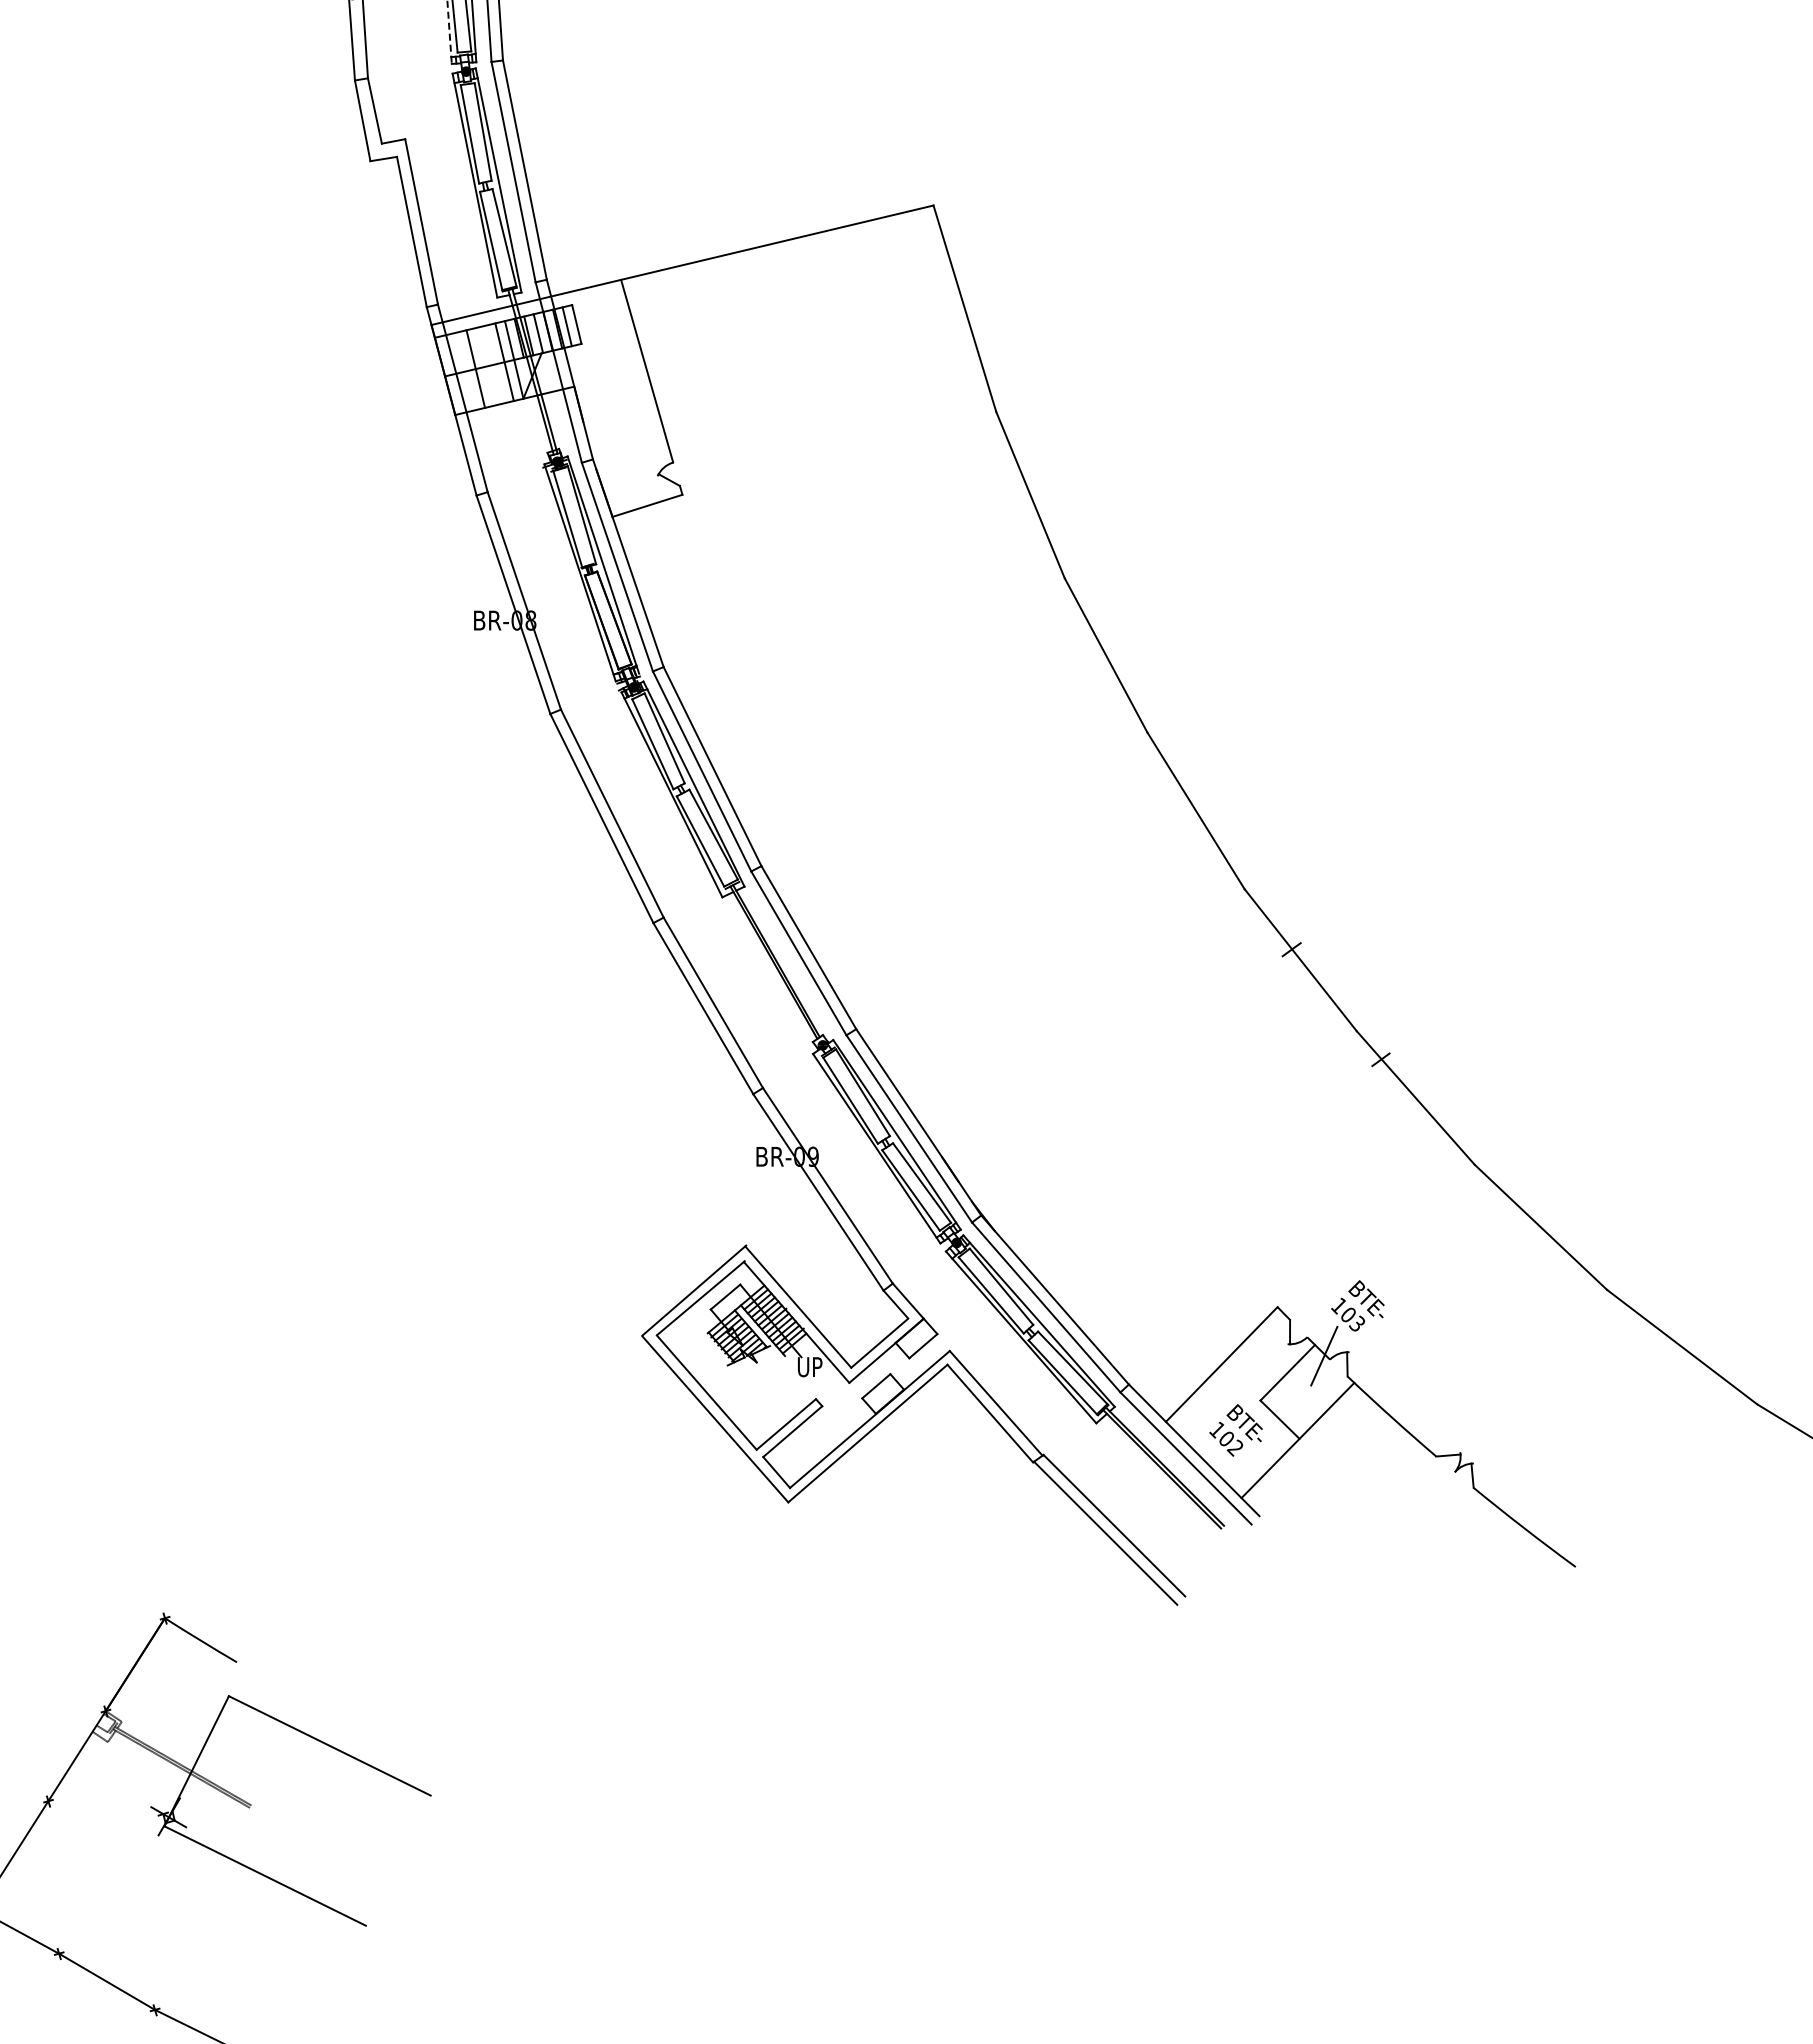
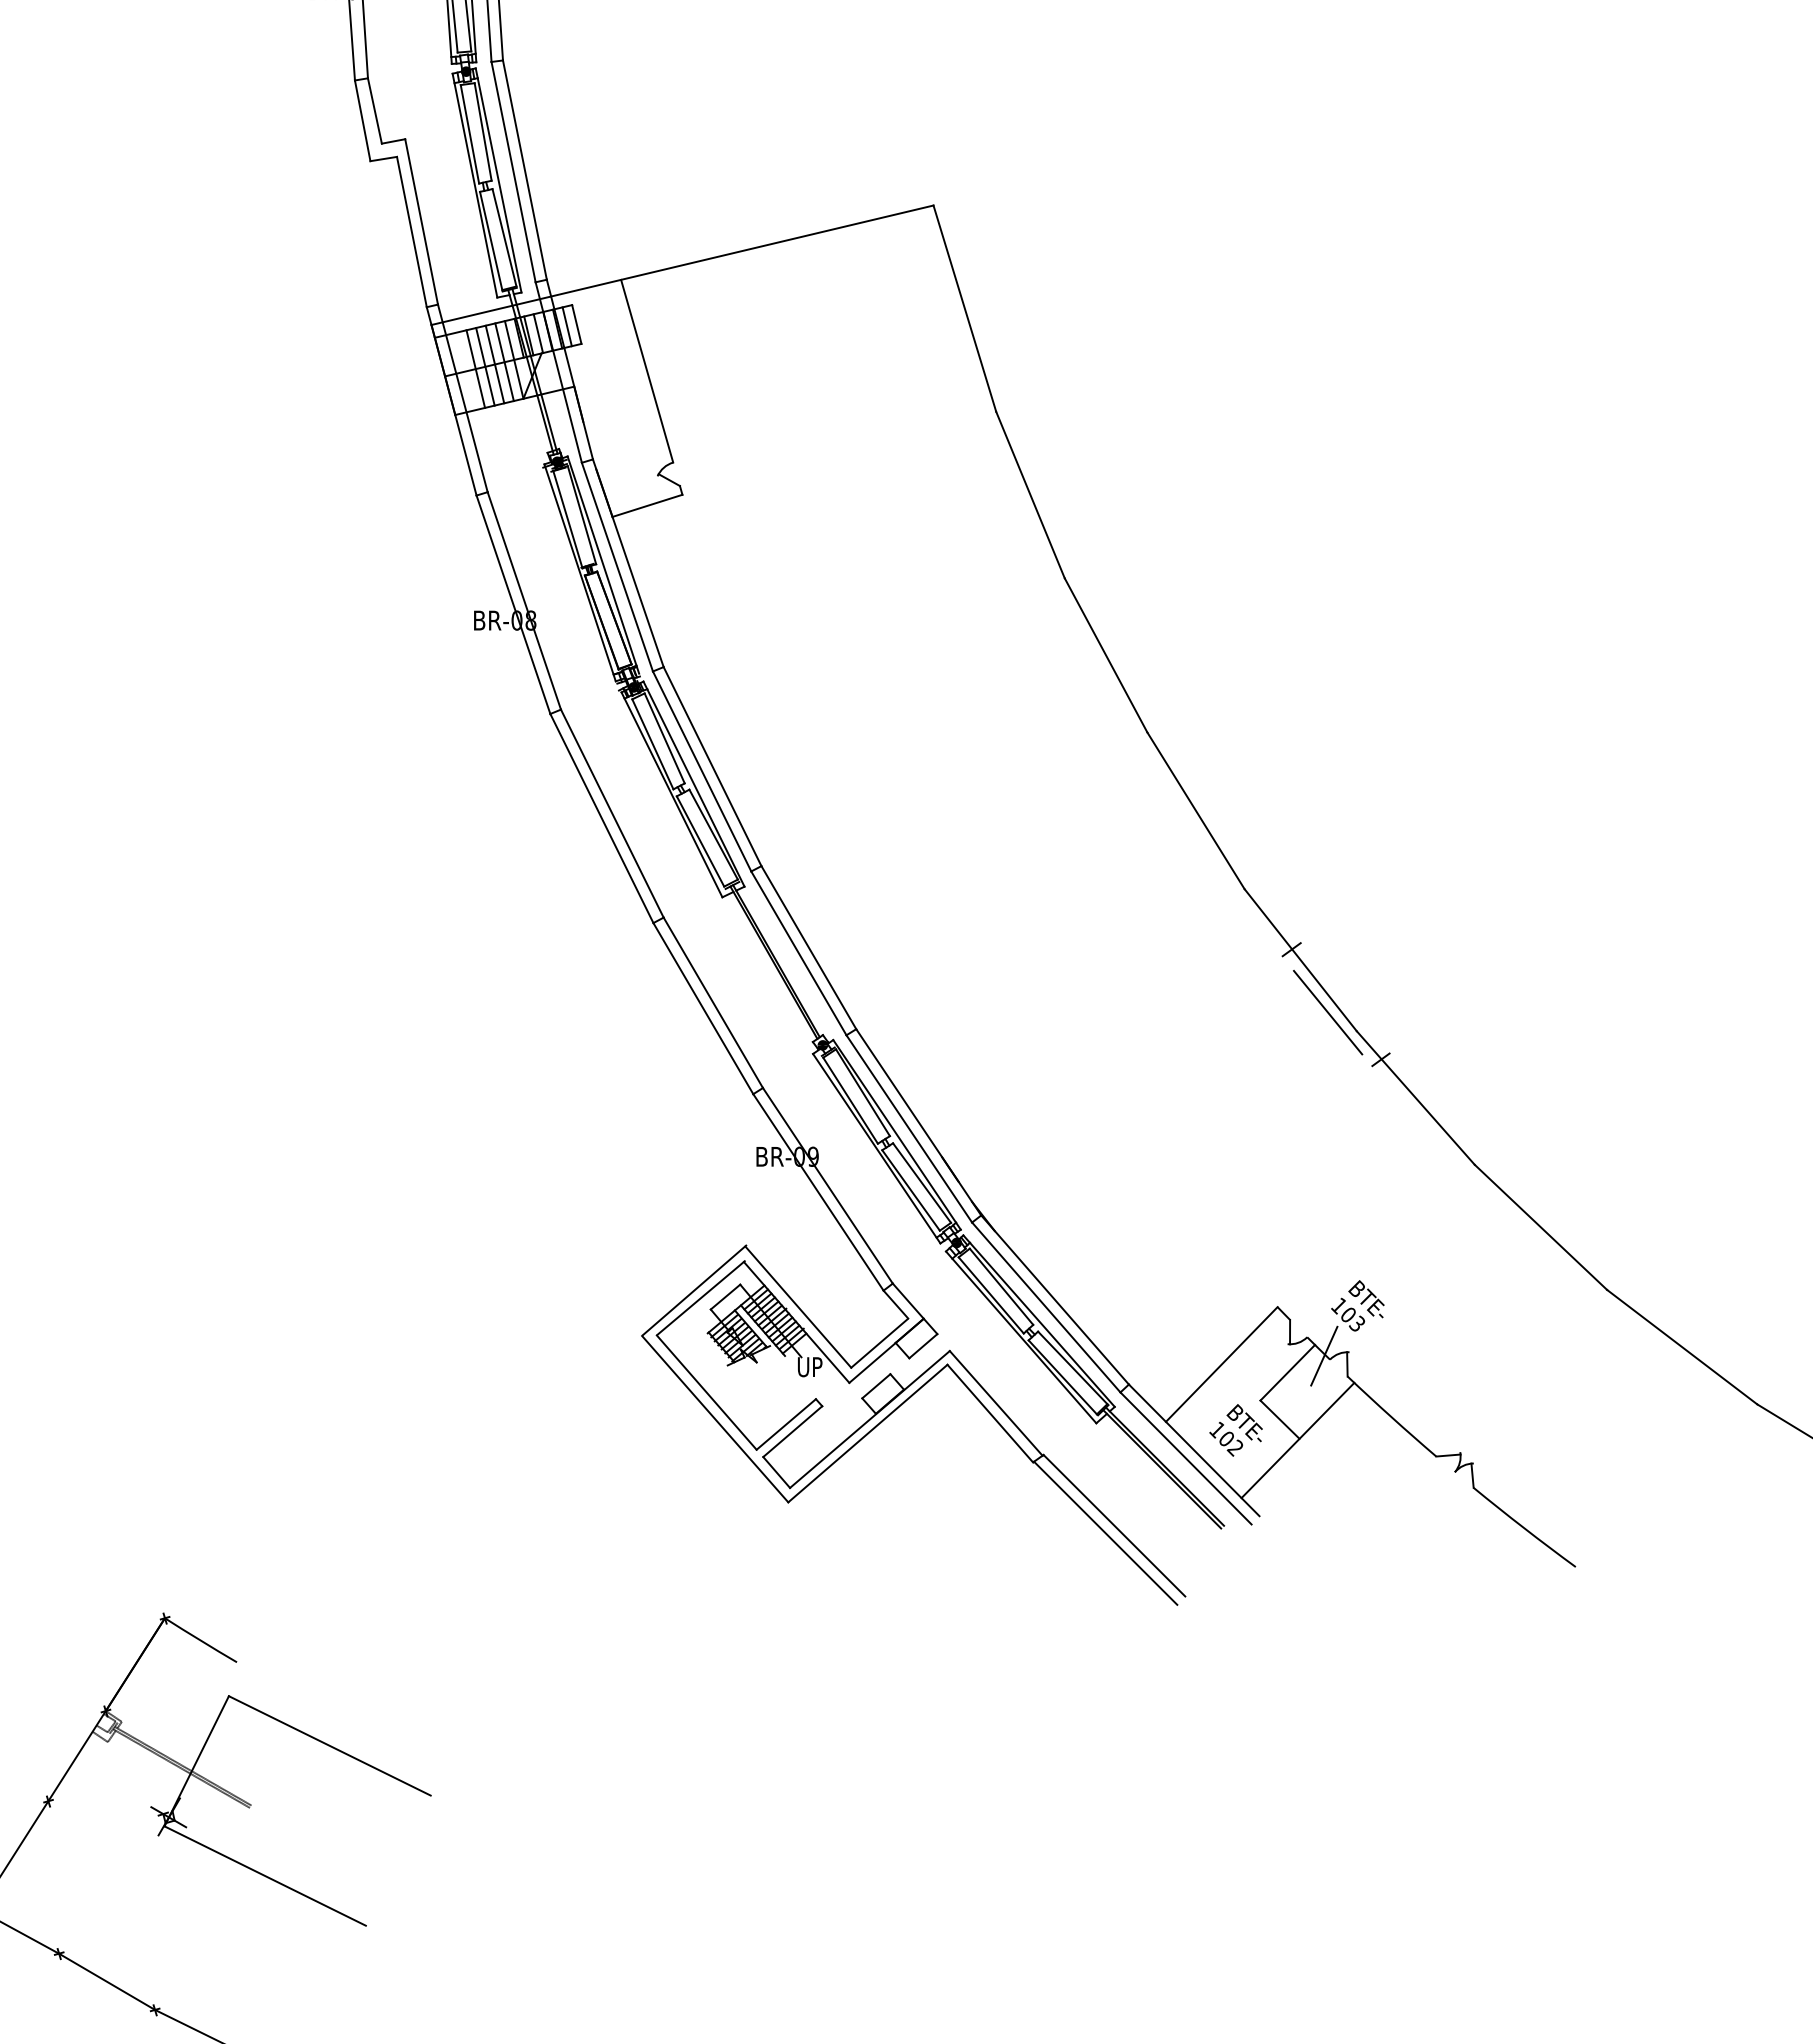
line at (449, 32): dashed -> solid
line at (494, 364): none -> present
line at (485, 366): none -> present
line at (1328, 1012): none -> present
